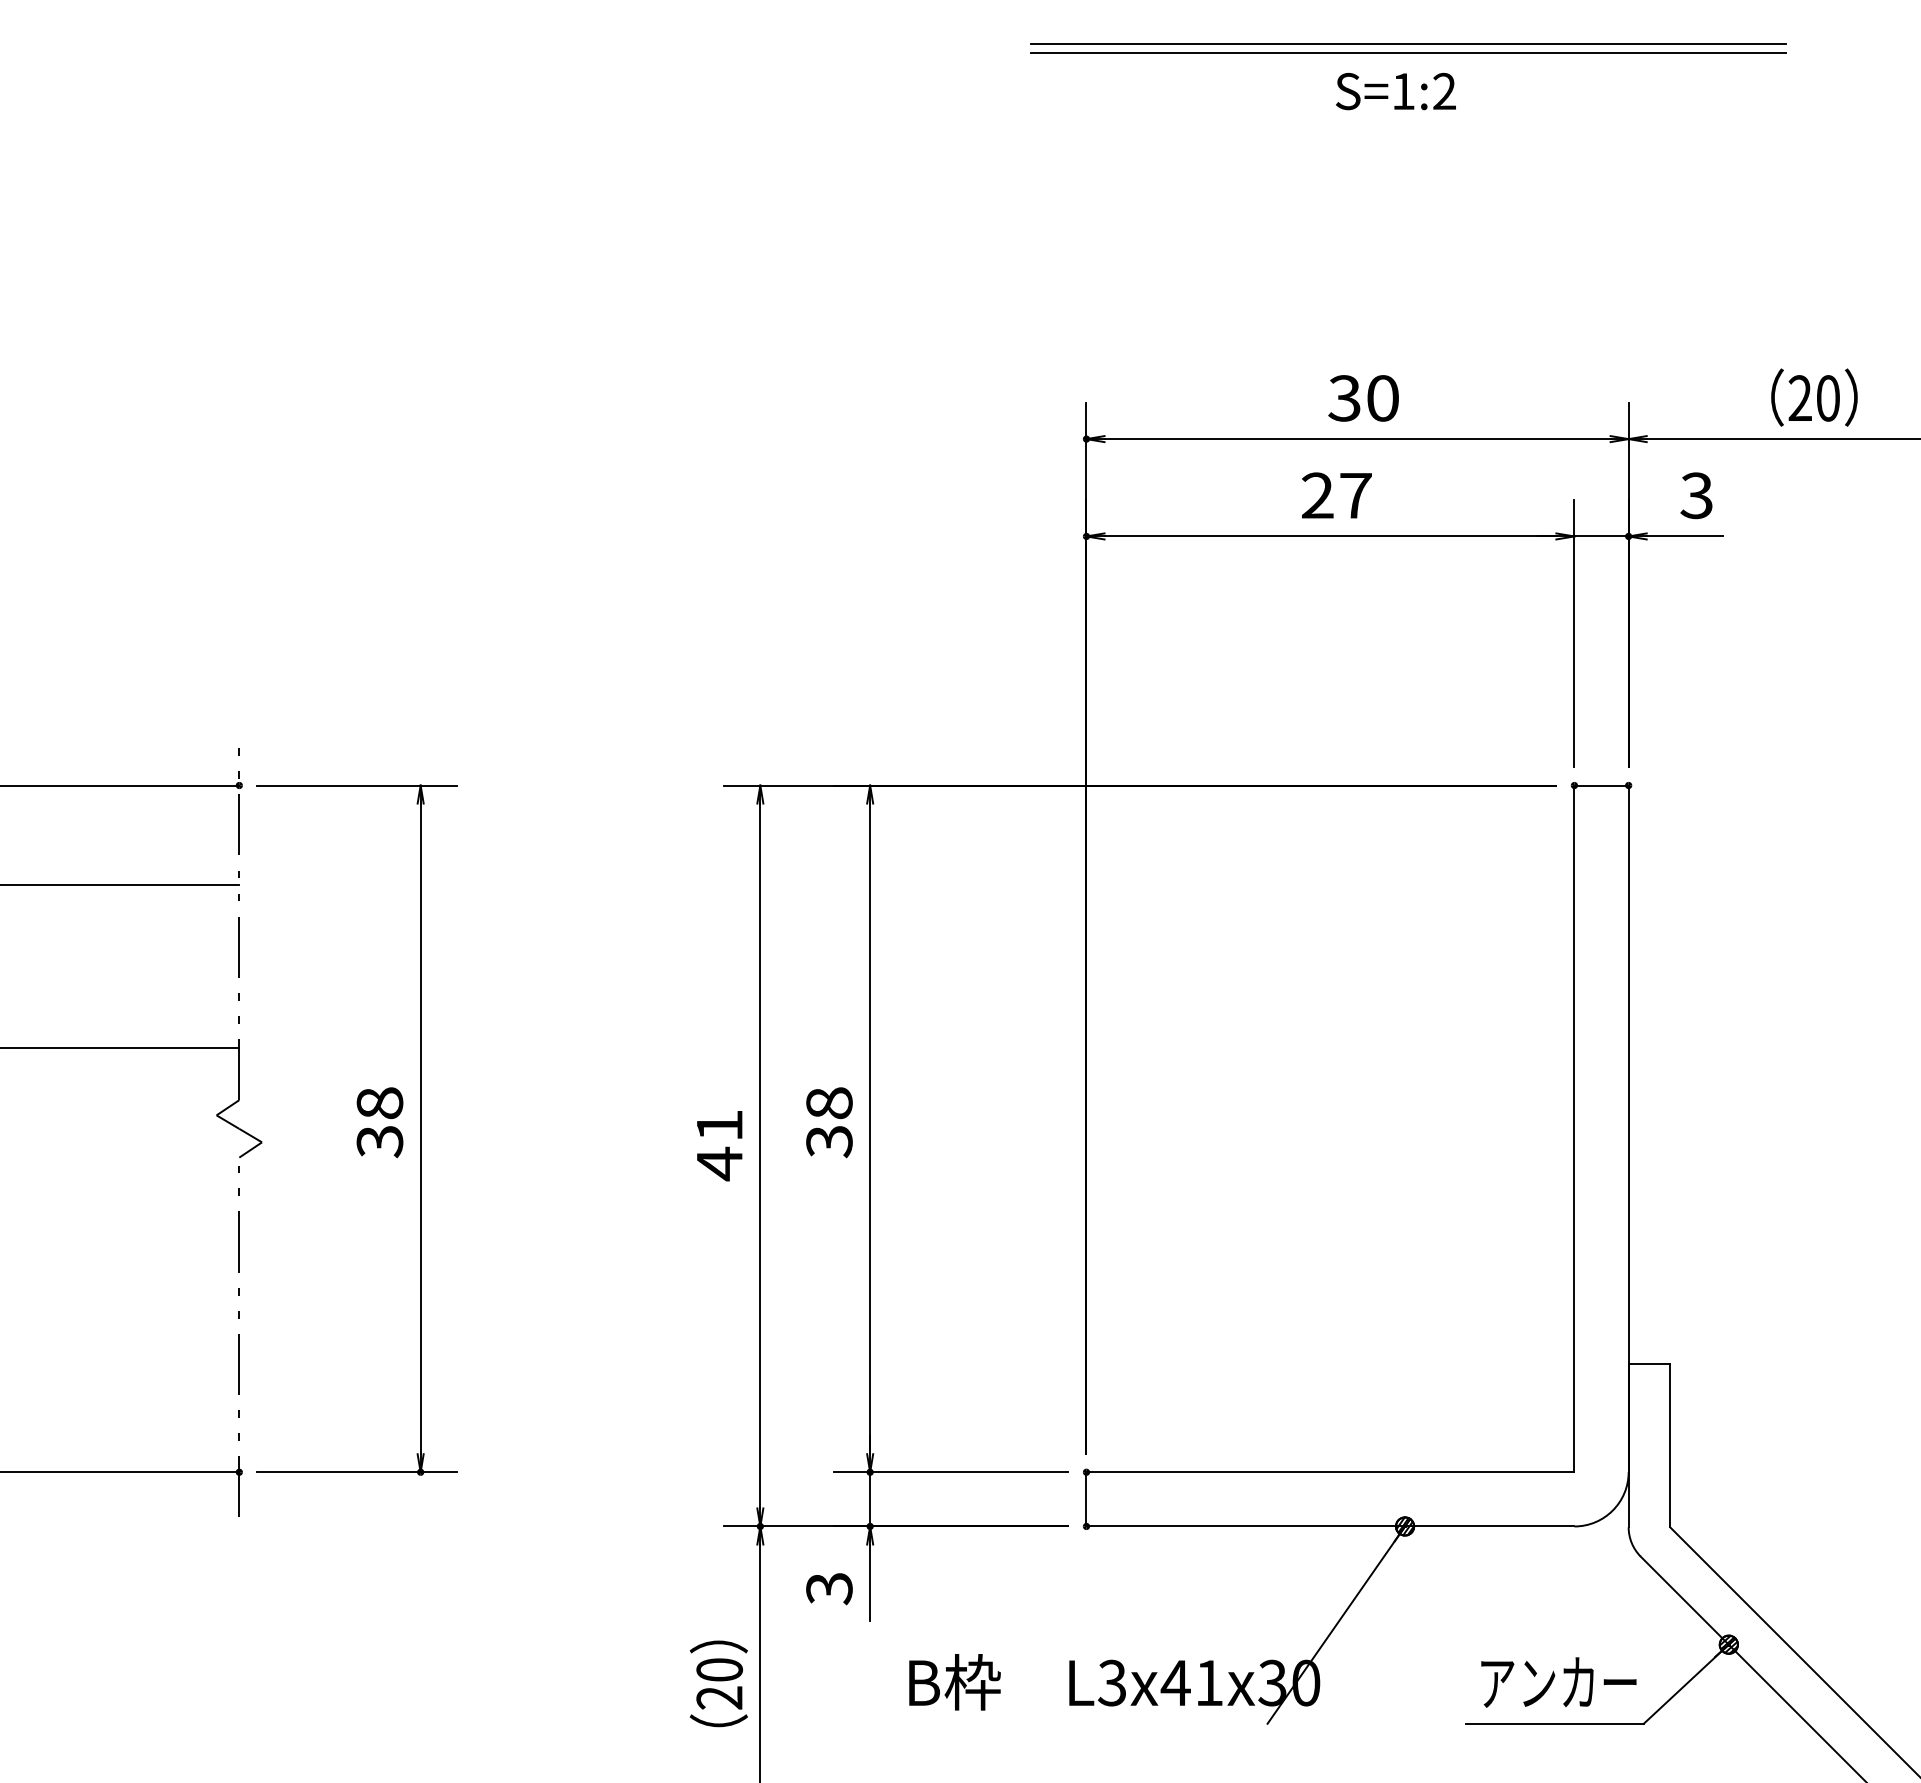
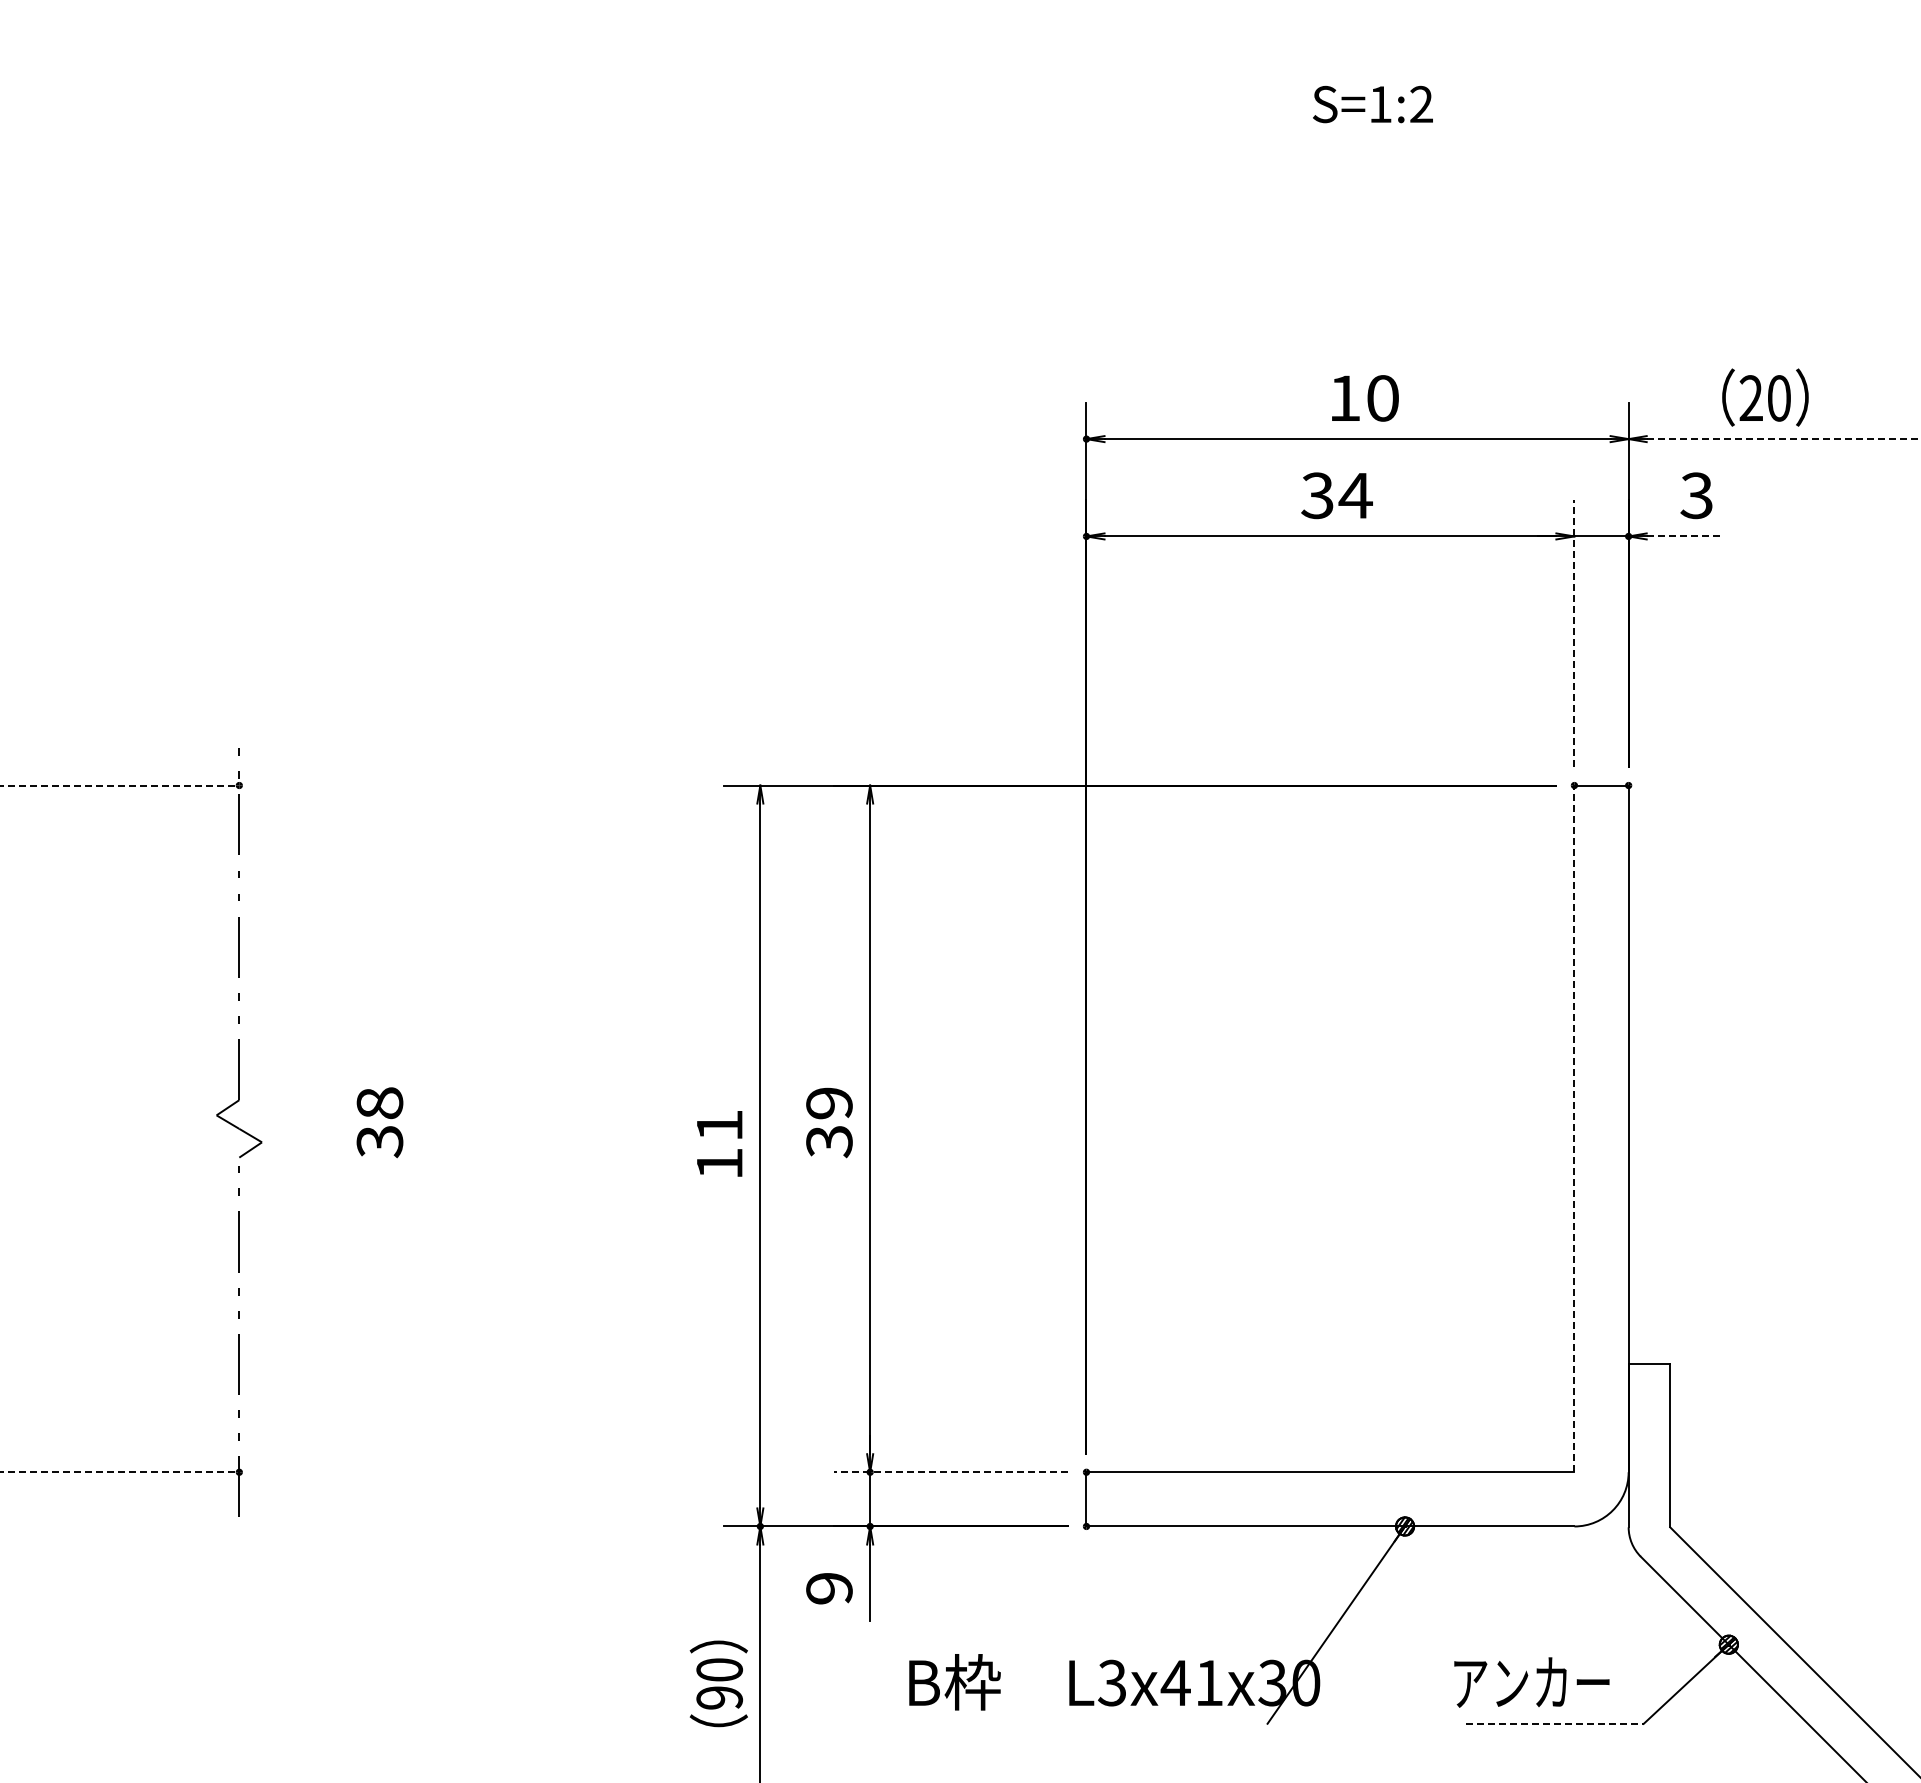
line at (1408, 44): present -> none
line at (1408, 53): present -> none
text at (1395, 91) position: (1395, 91) -> (1372, 104)
text at (1814, 397) position: (1814, 397) -> (1765, 397)
text at (1344, 398): 30 -> 10
line at (1783, 439): solid -> dashed
text at (1336, 496): 27 -> 34
line at (1685, 536): solid -> dashed
line at (1574, 633): solid -> dashed
line at (120, 785): solid -> dashed
line at (120, 884): present -> none
line at (120, 1047): present -> none
text at (829, 1103): 38 -> 39
line at (1574, 1128): solid -> dashed
part at (420, 1129): present -> none
text at (719, 1163): 41 -> 11
line at (120, 1472): solid -> dashed
line at (950, 1472): solid -> dashed
text at (829, 1589): 3 -> 9
text at (1558, 1682) position: (1558, 1682) -> (1531, 1682)
text at (720, 1697): 20 -> 90
line at (1555, 1723): solid -> dashed
